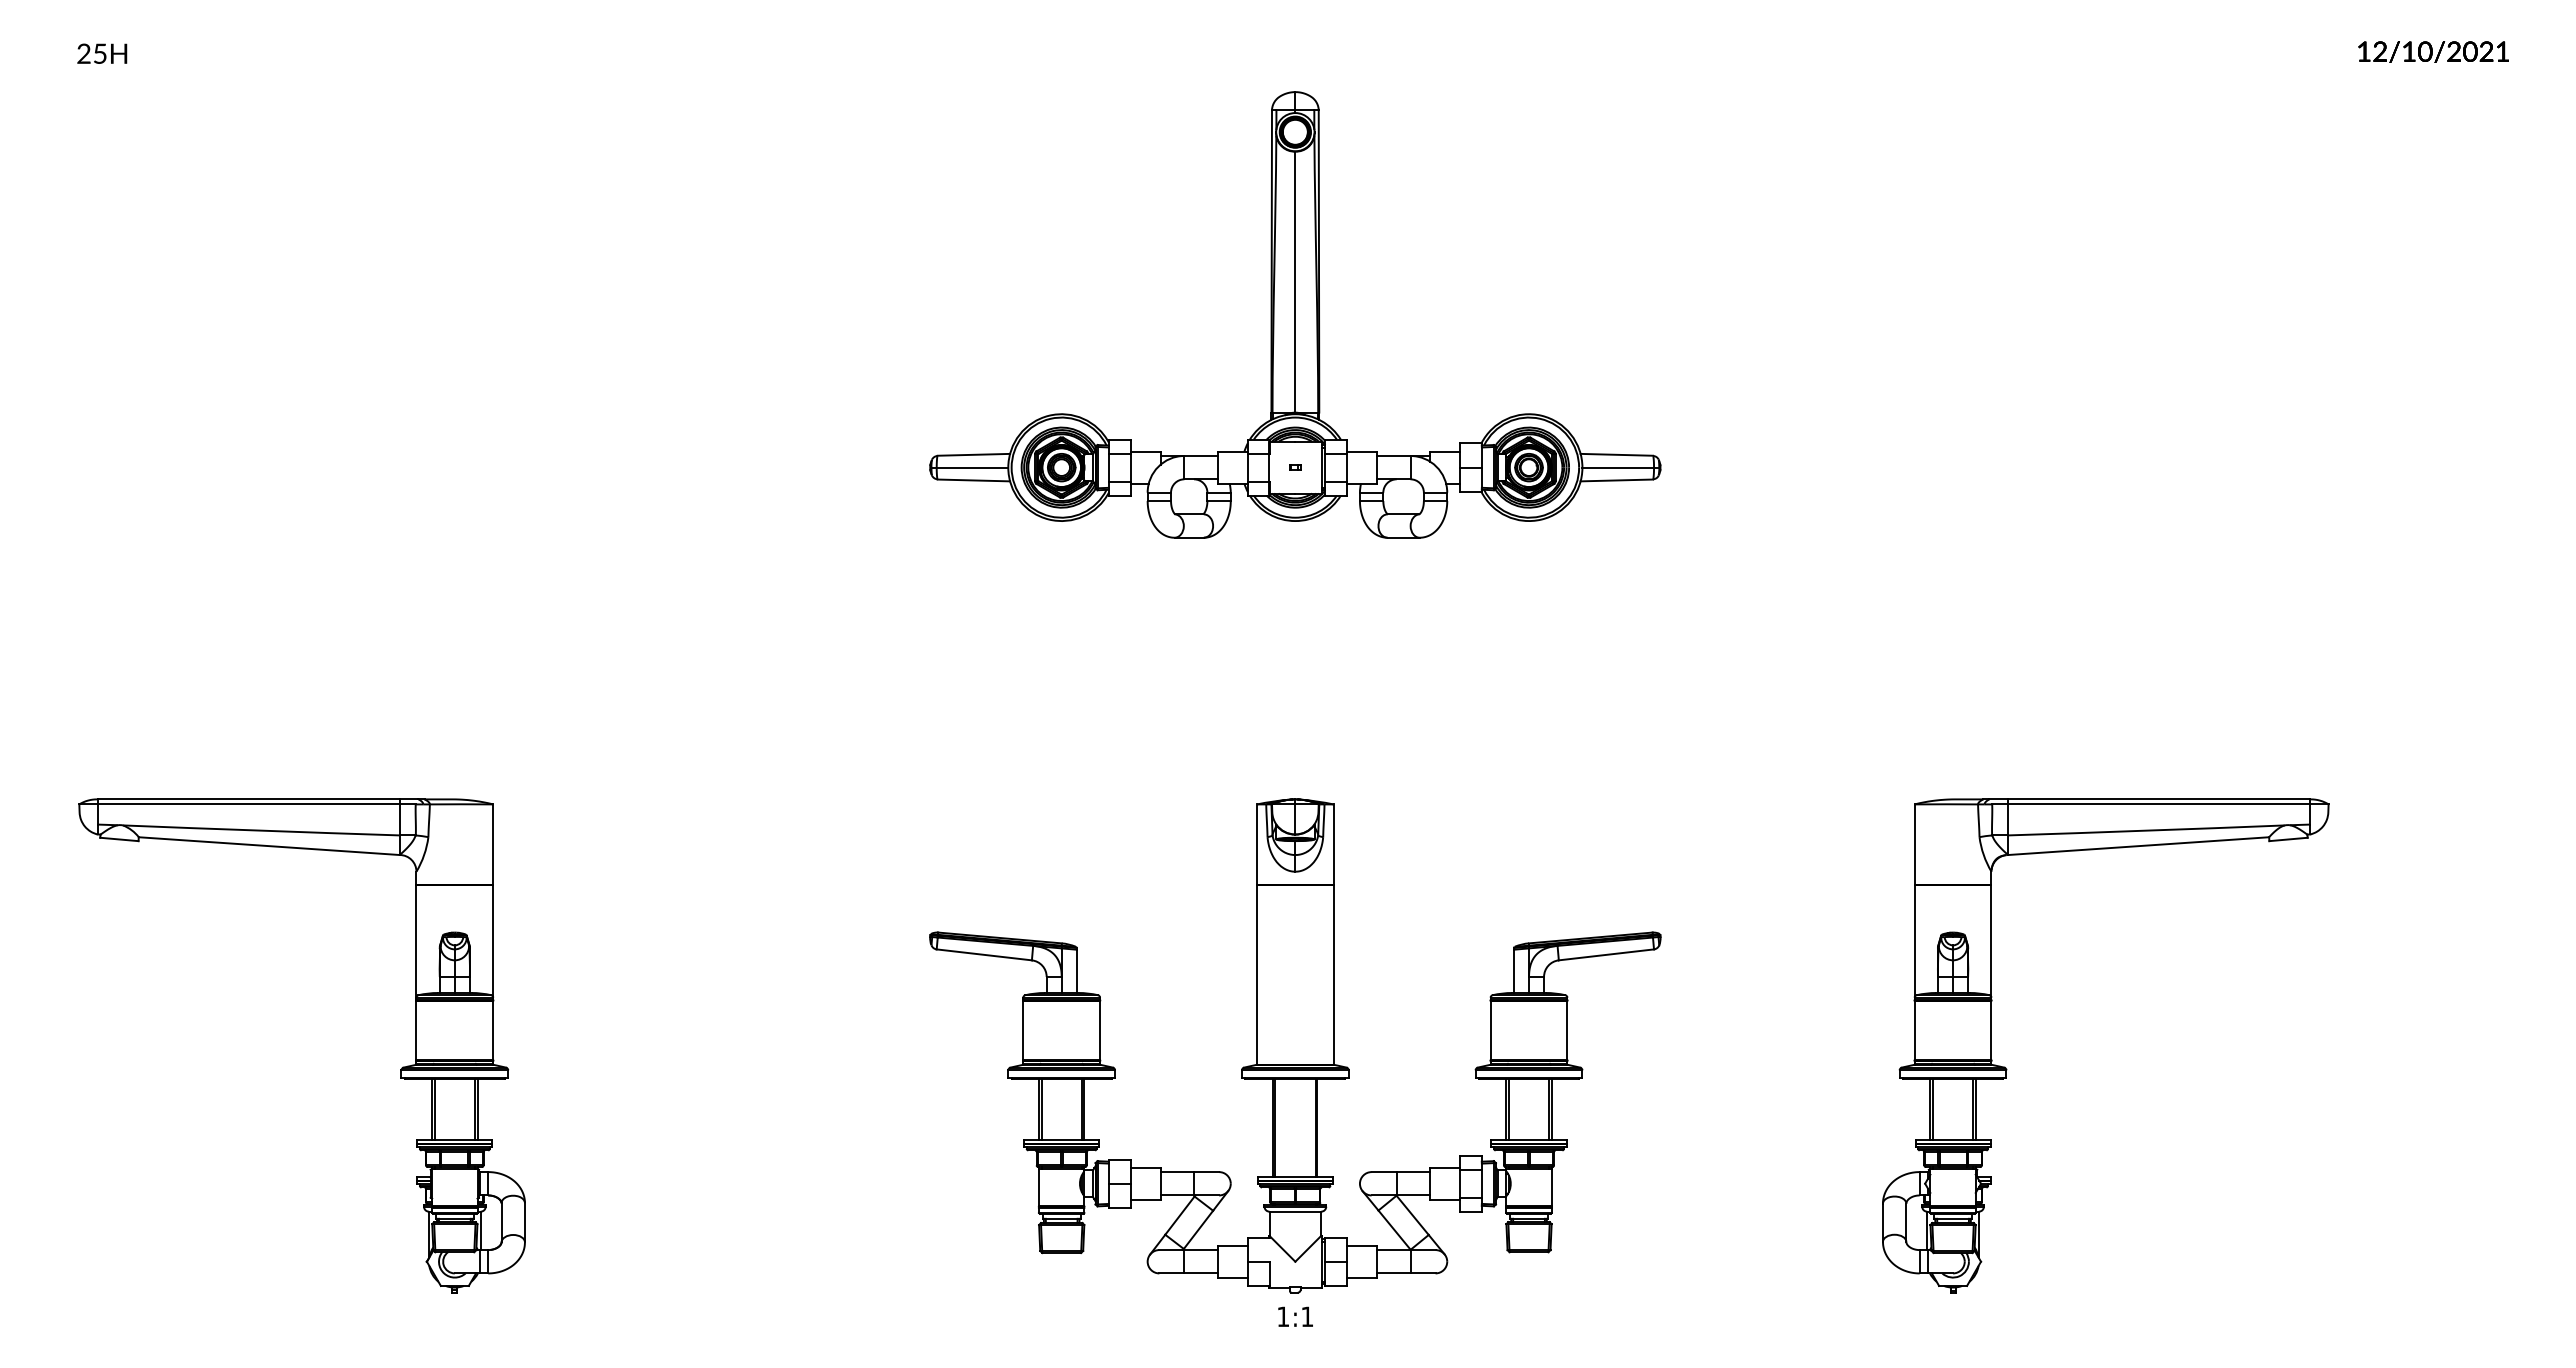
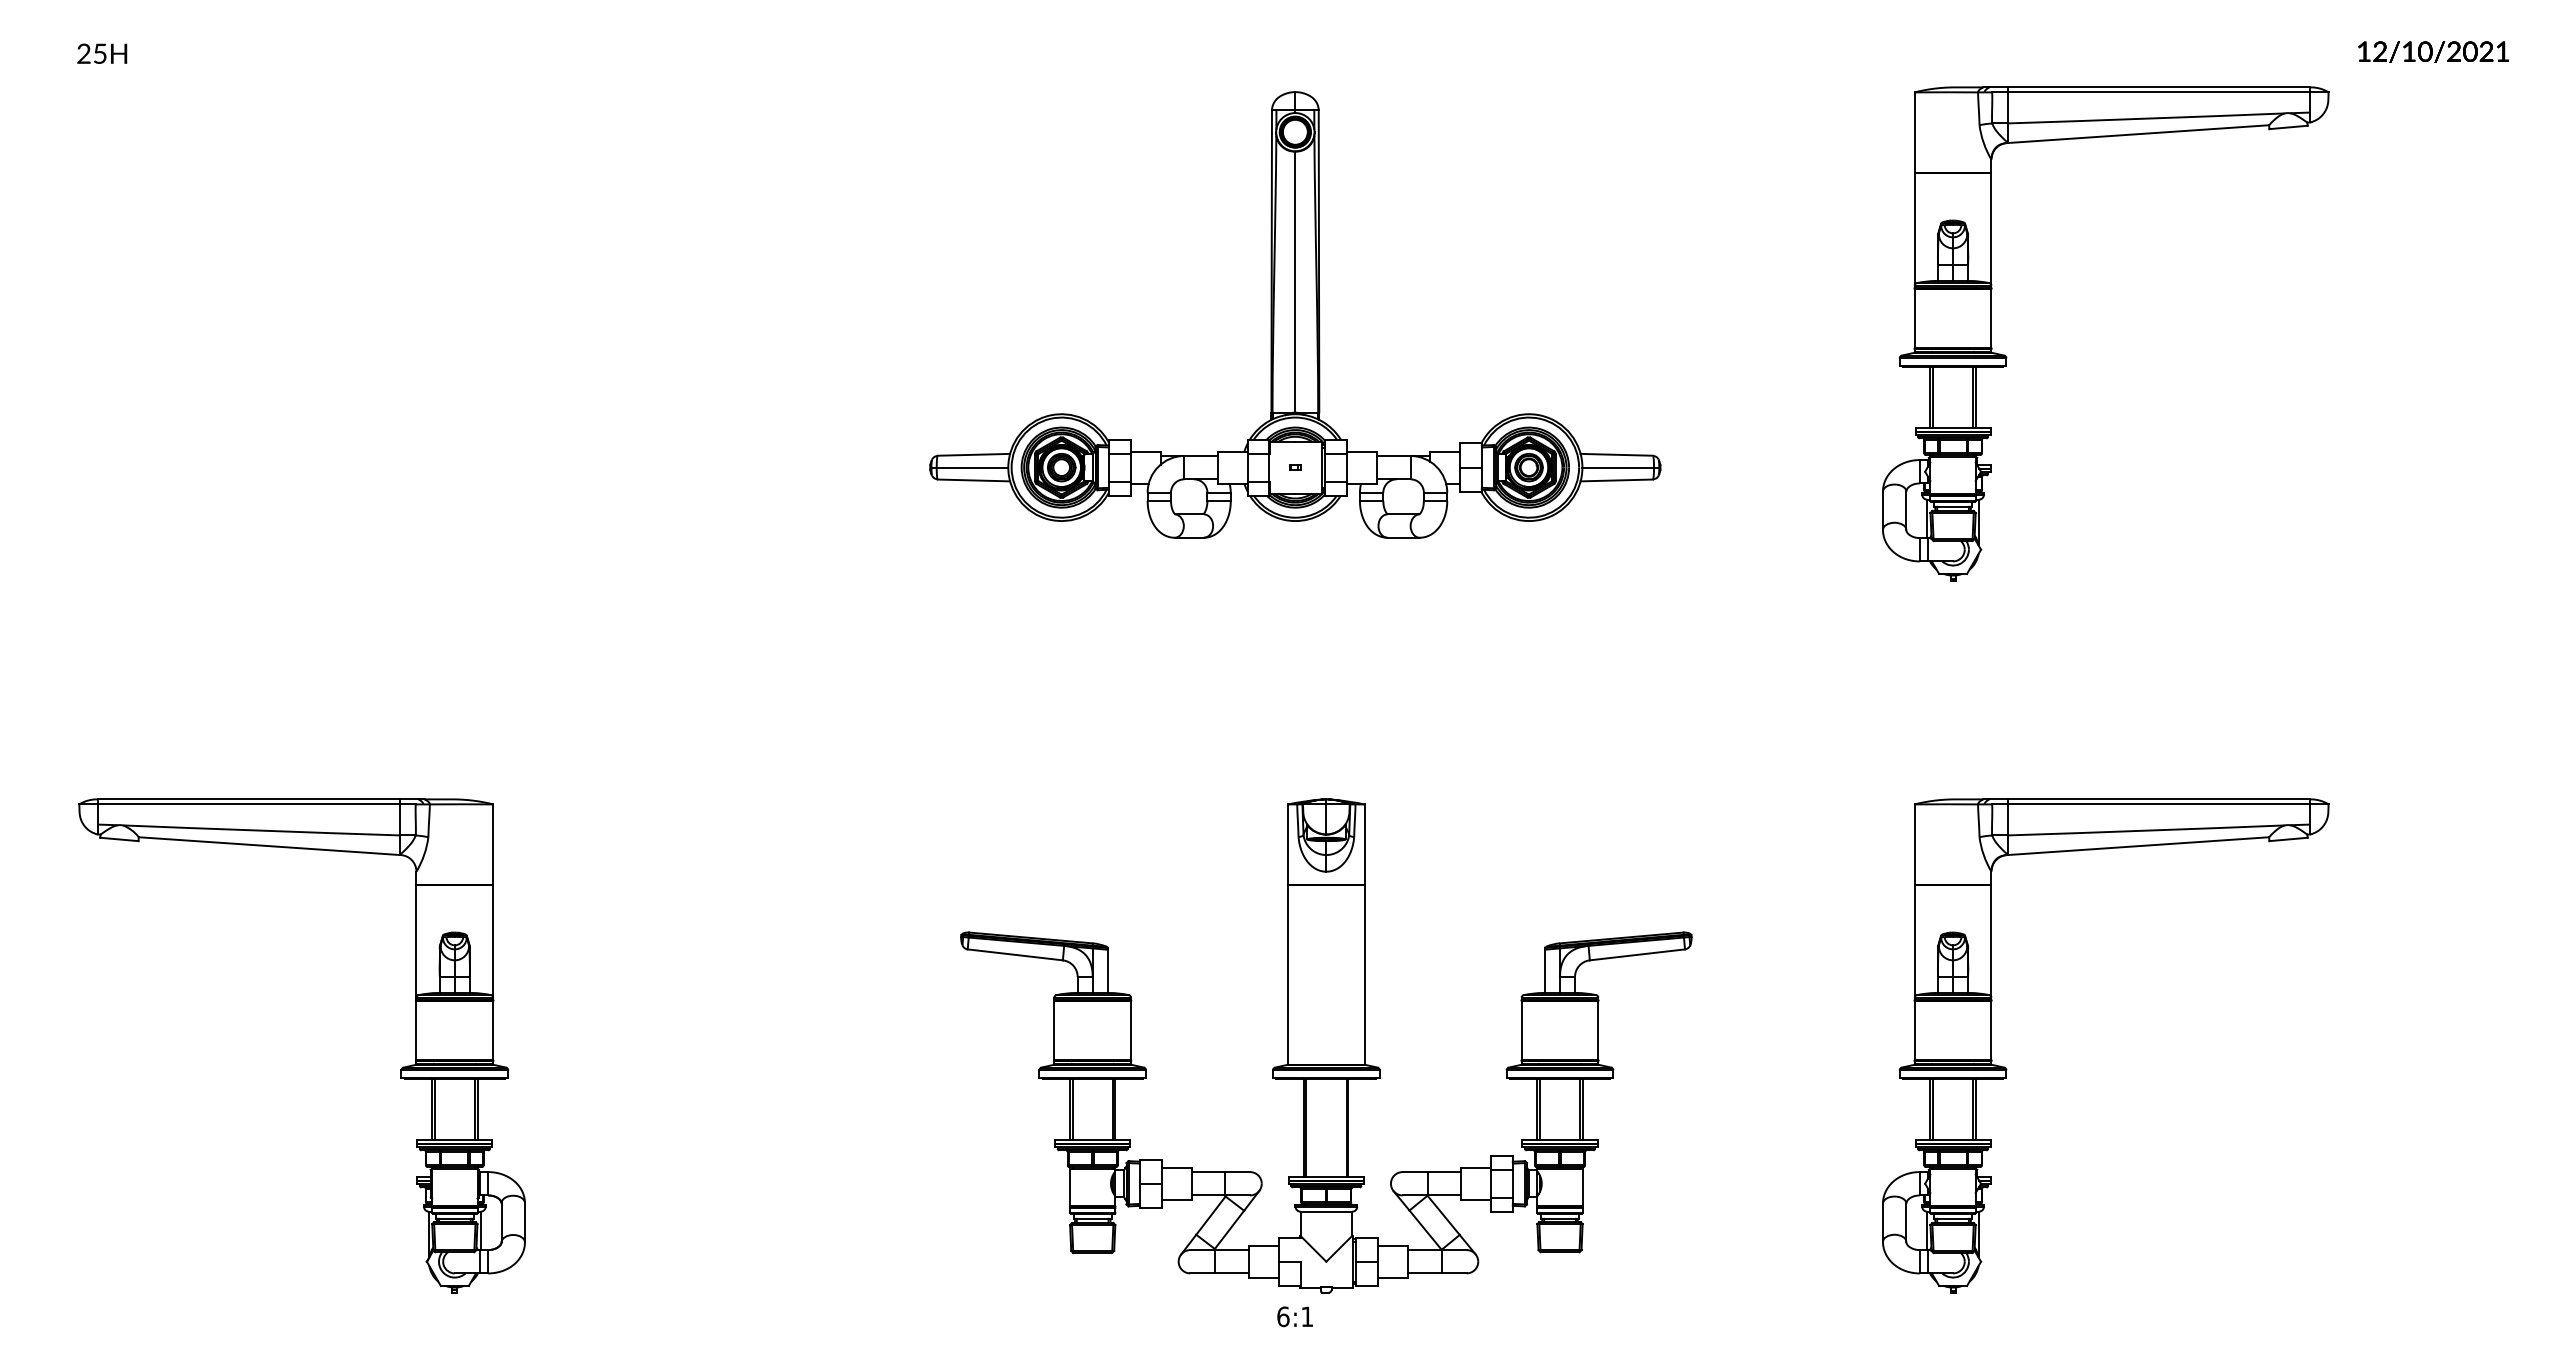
part at (2007, 357): none -> present
part at (1295, 1045) position: (1295, 1045) -> (1326, 1045)
text at (1283, 1316): 1:1 -> 6:1
